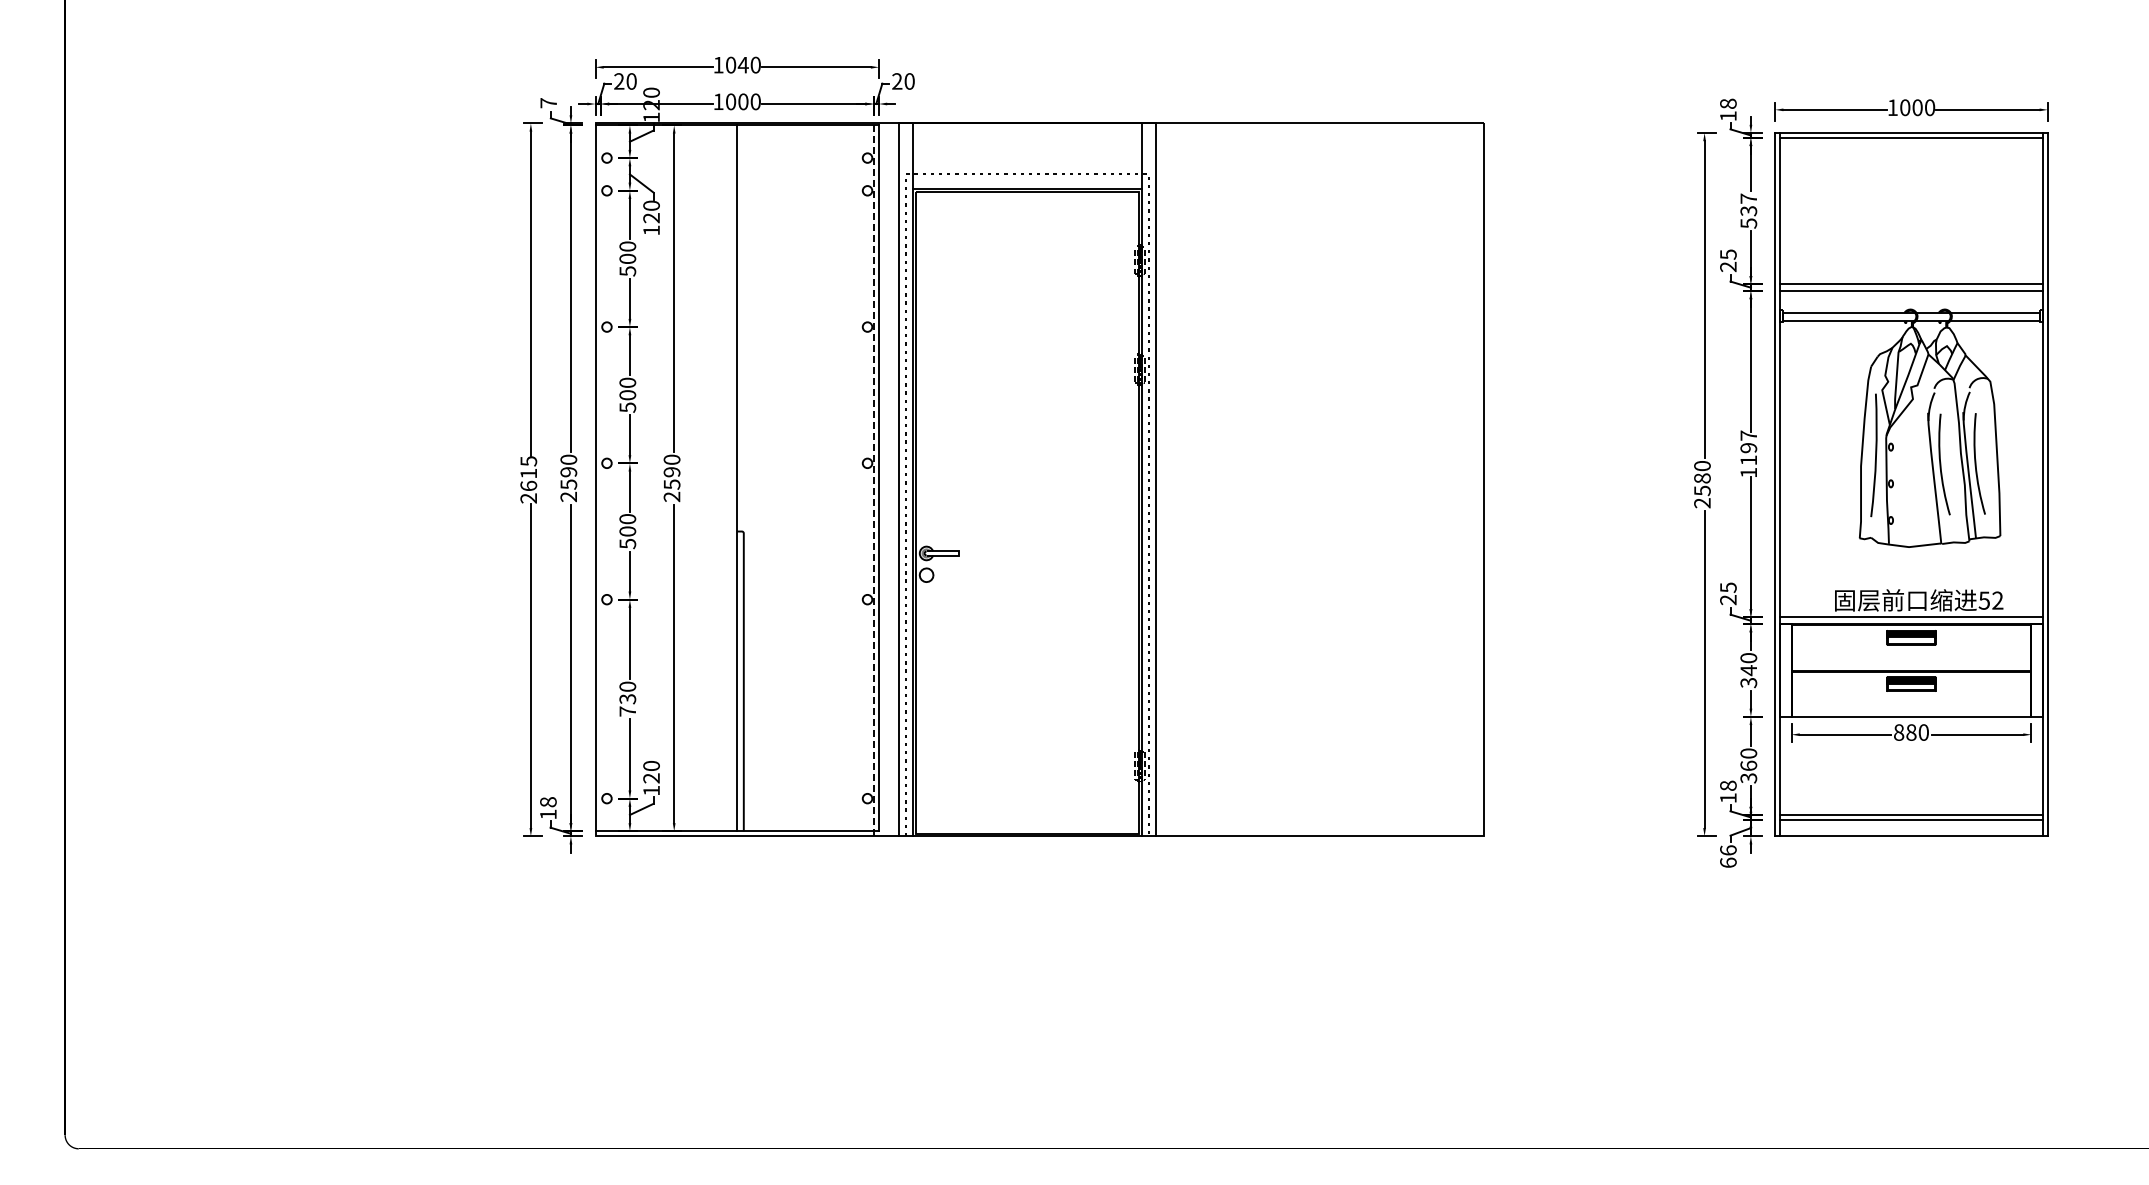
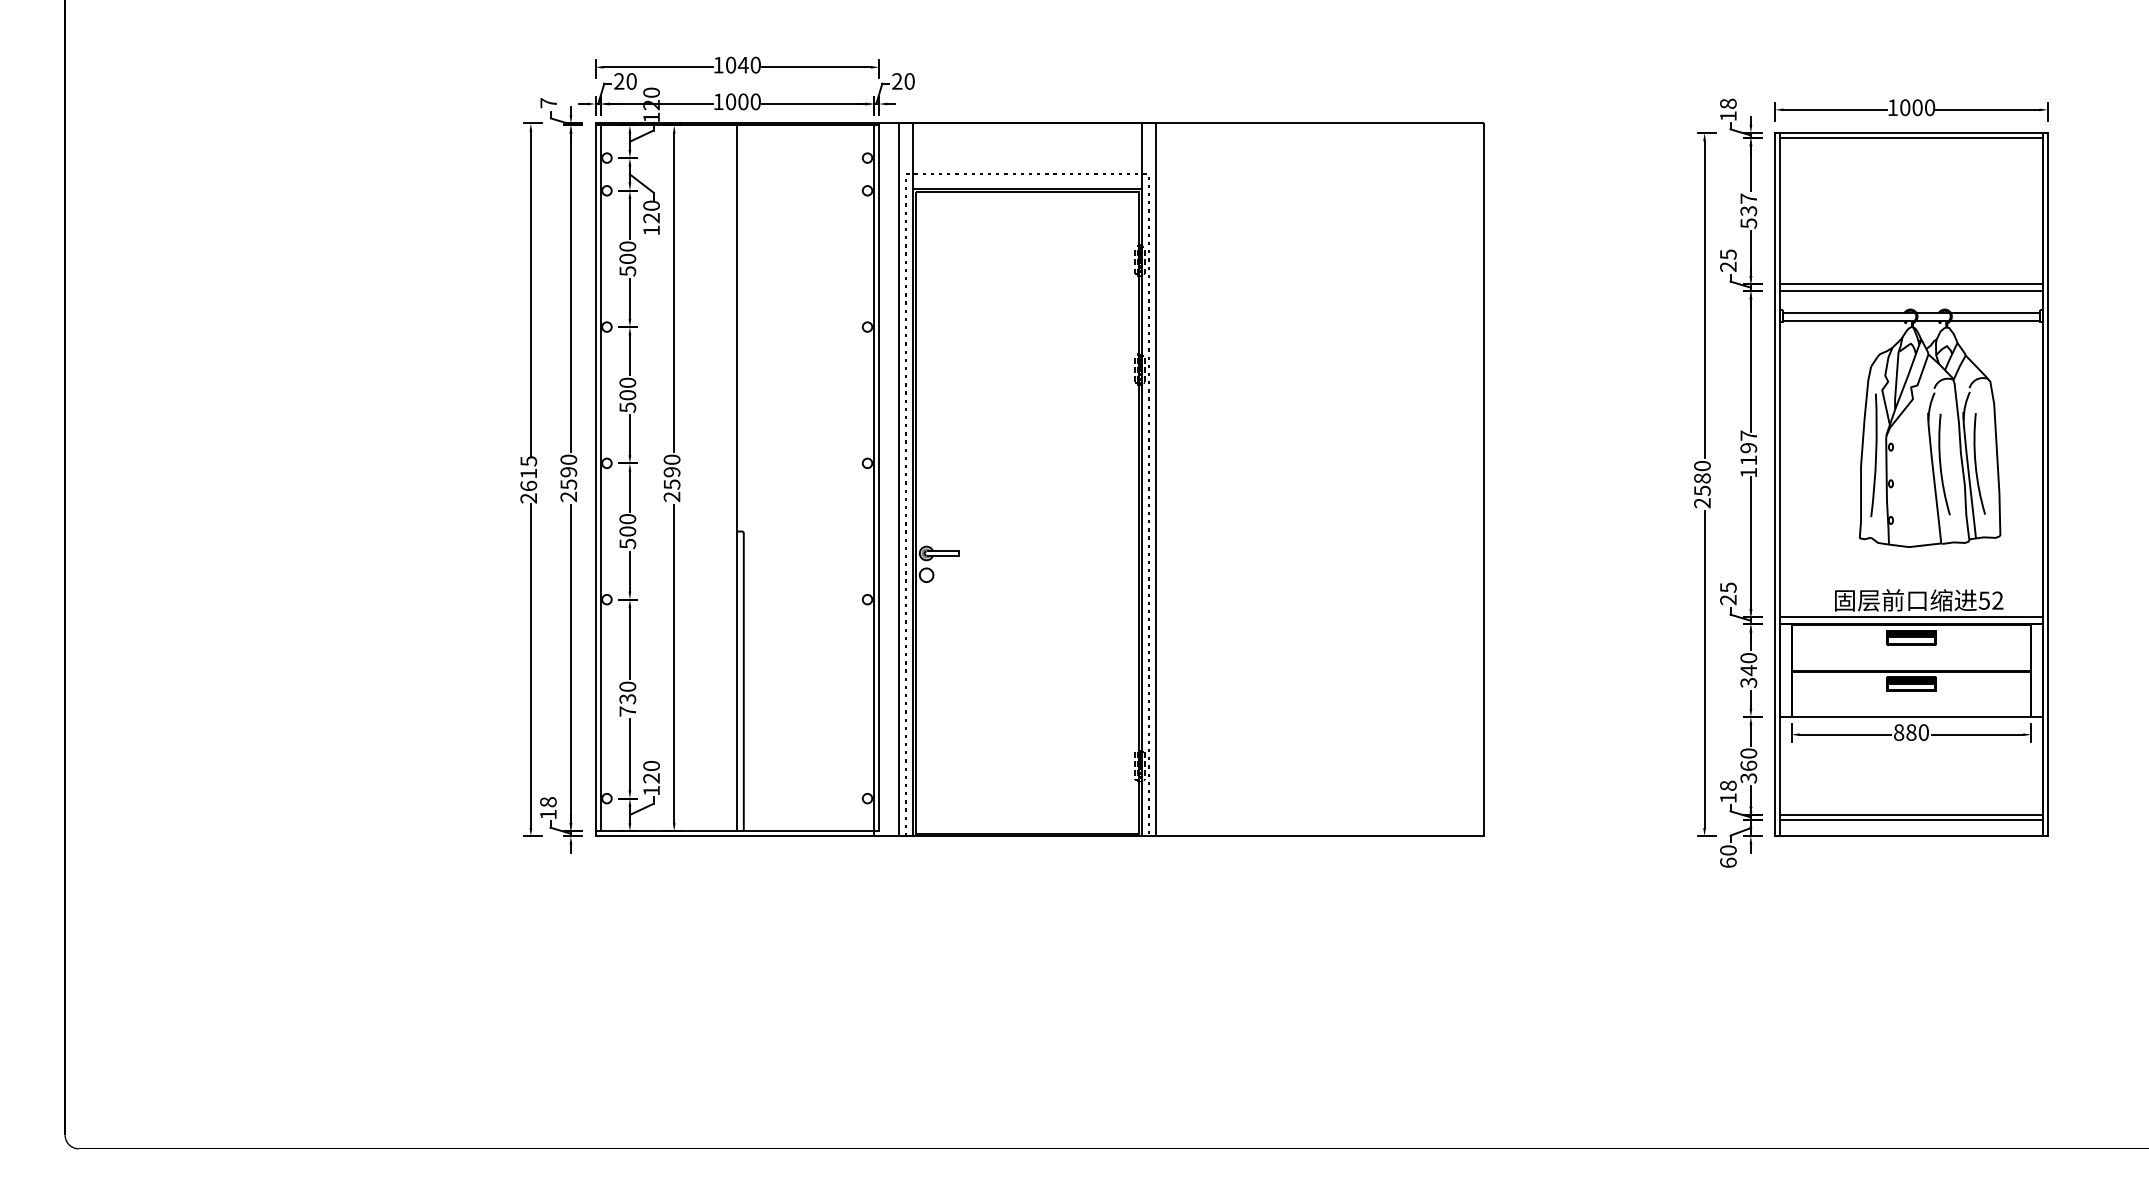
line at (600, 478): none -> present
line at (873, 481): dashed -> solid
text at (1728, 850): 66 -> 60
